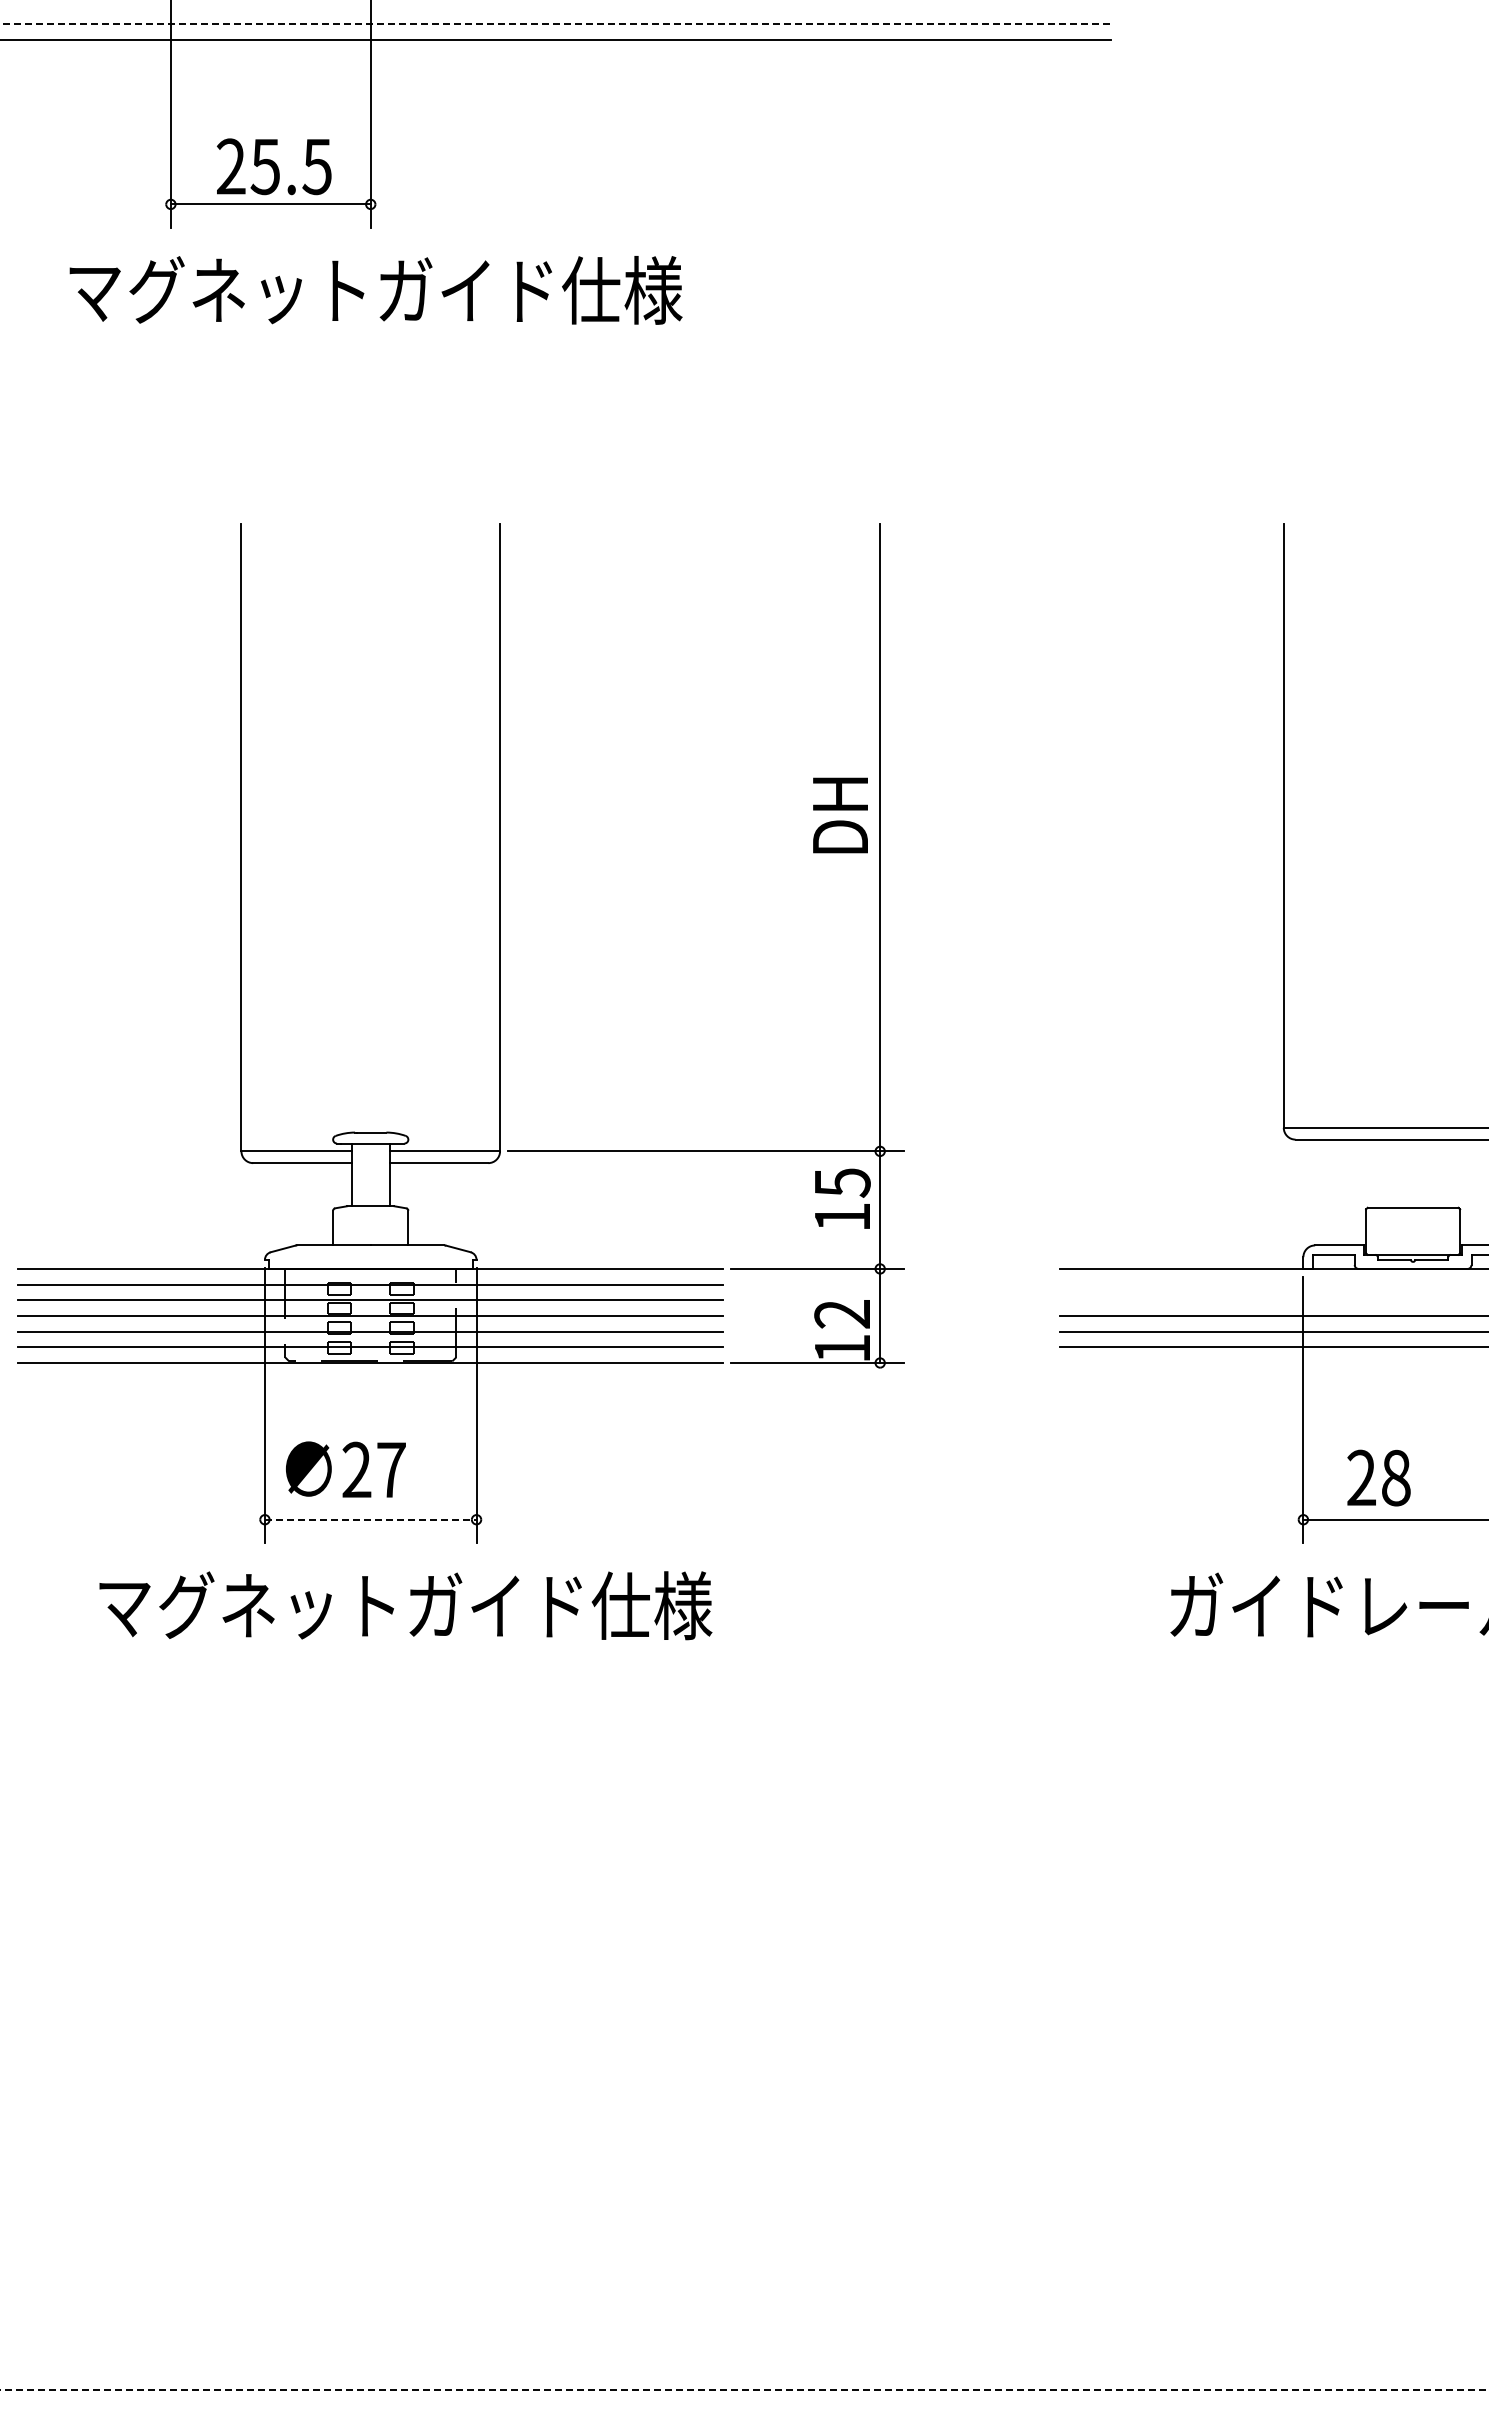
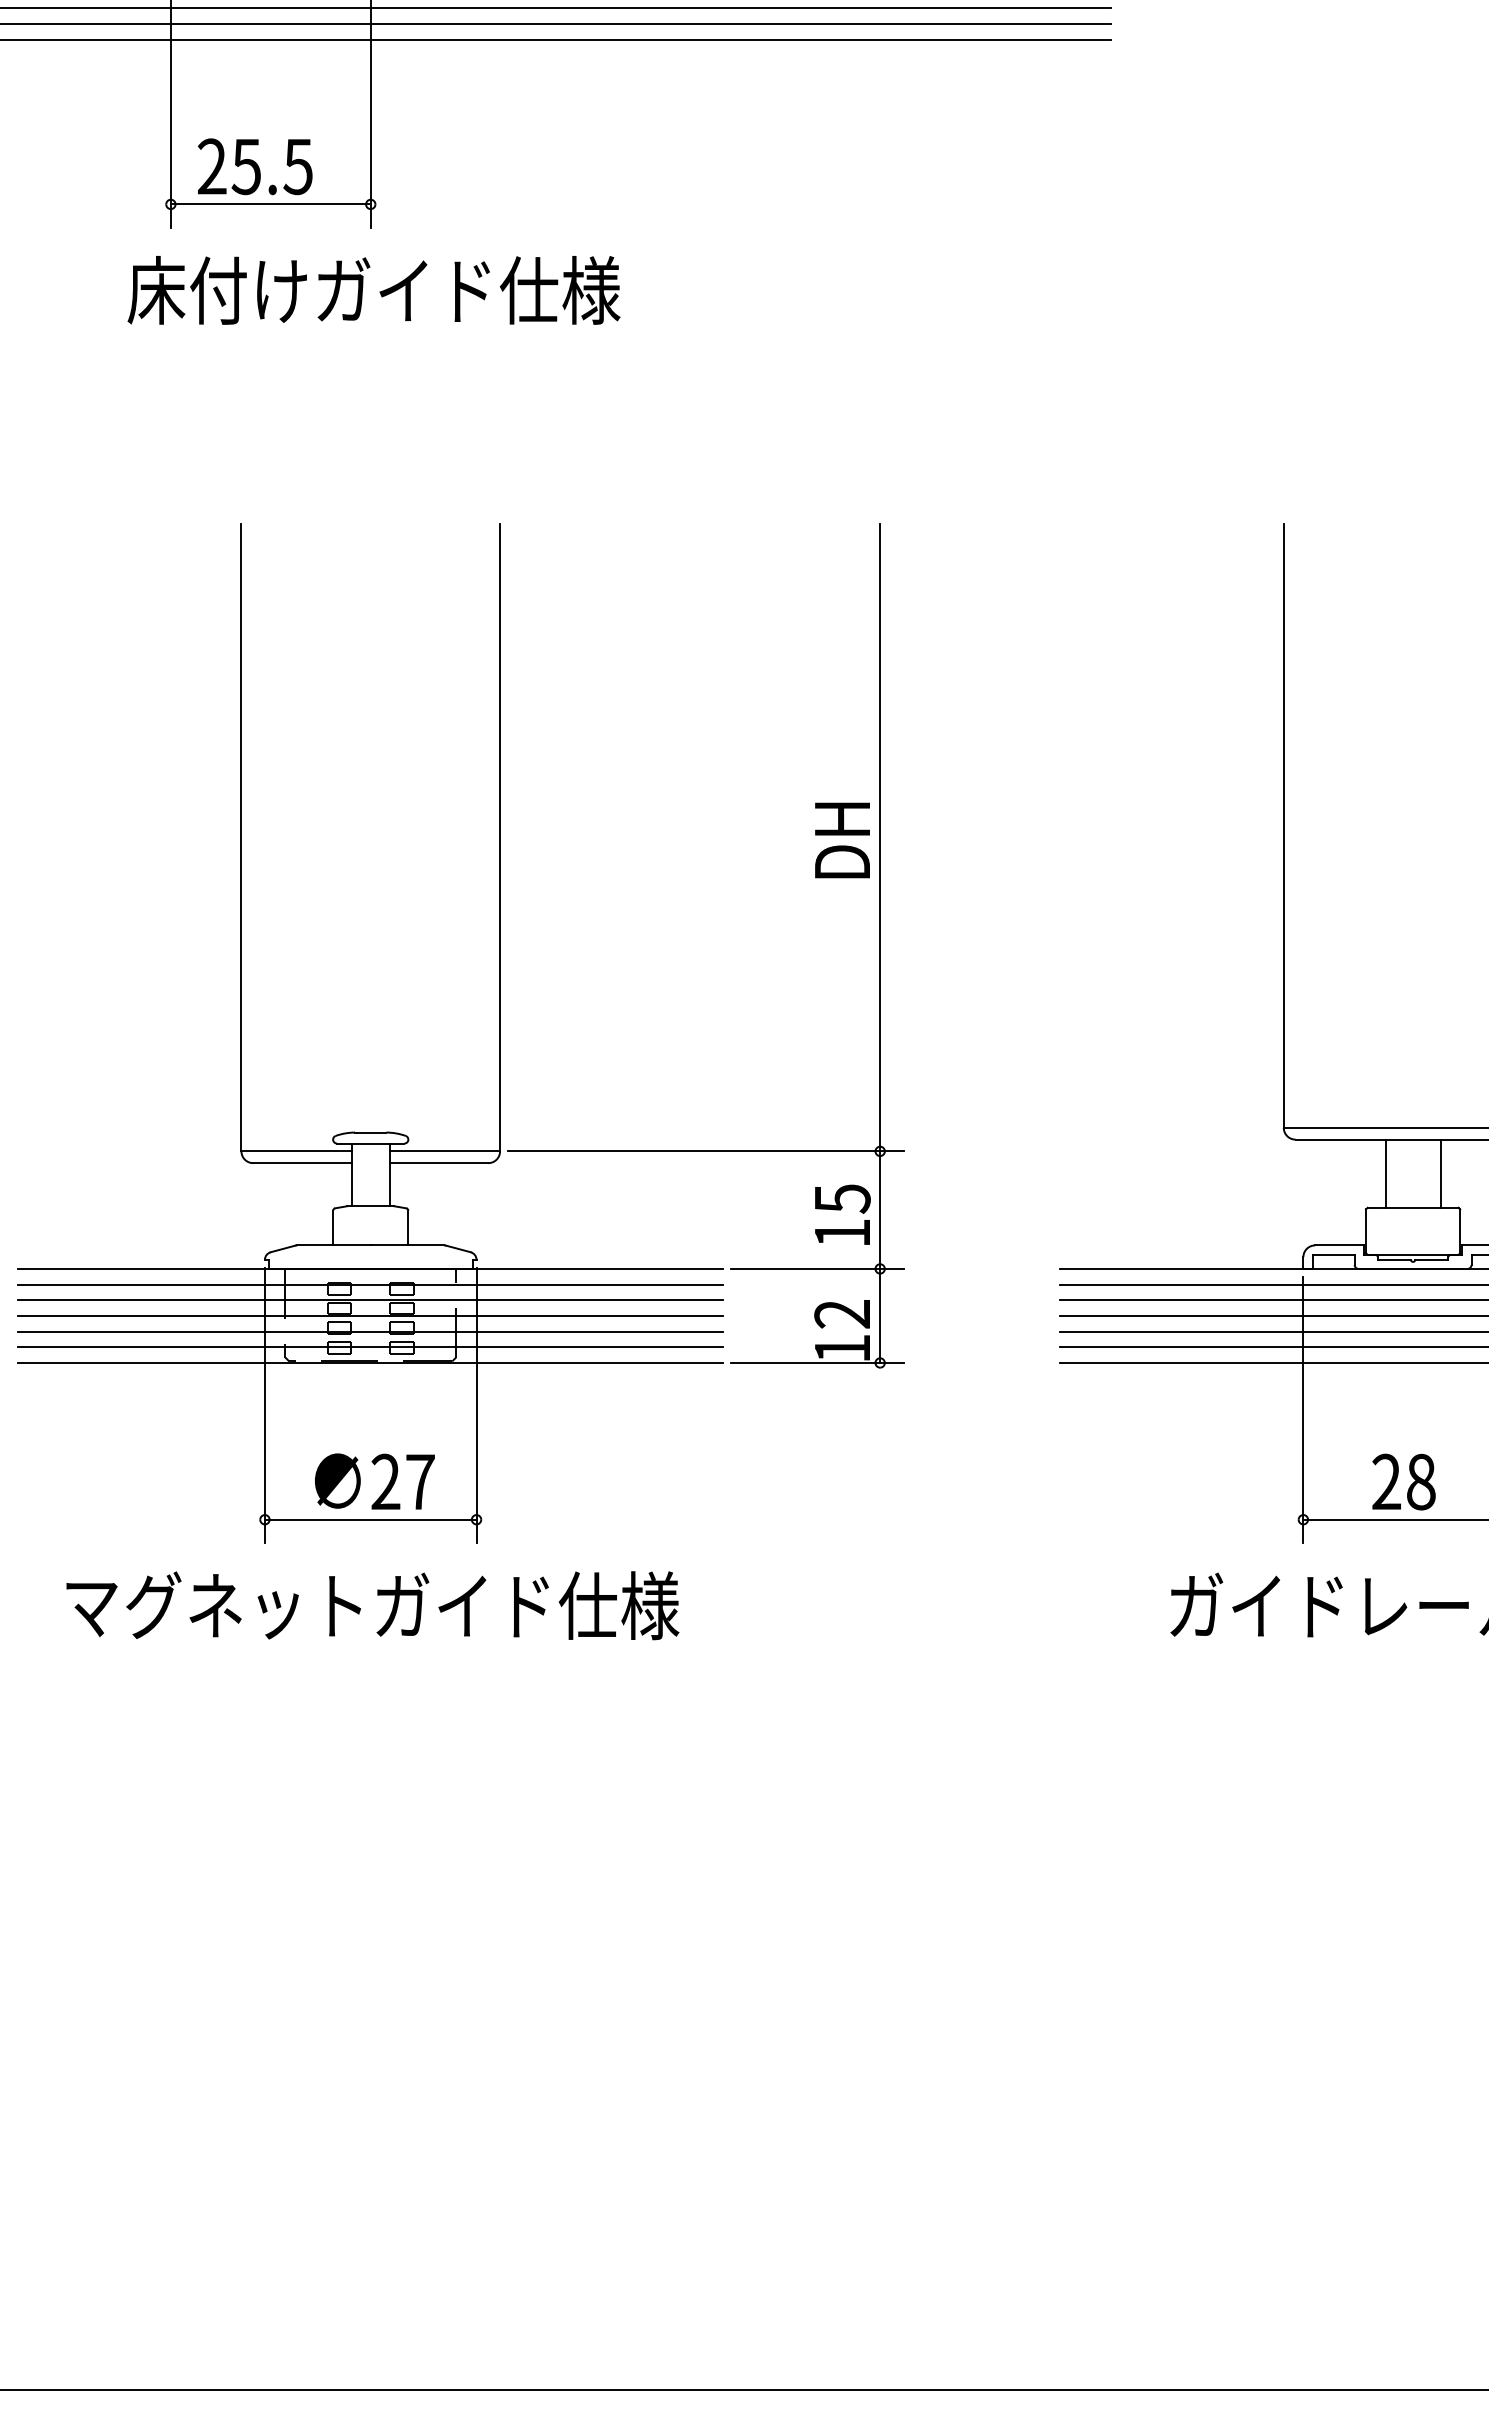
line at (556, 8): none -> present
line at (556, 24): dashed -> solid
text at (274, 166) position: (274, 166) -> (255, 166)
text at (375, 290): マグネットガイド仕様 -> 床付けガイド仕様
text at (840, 815) position: (840, 815) -> (842, 840)
line at (1385, 1173): none -> present
line at (1440, 1173): none -> present
text at (842, 1198) position: (842, 1198) -> (842, 1214)
line at (1272, 1284): none -> present
line at (1272, 1300): none -> present
line at (1272, 1362): none -> present
text at (345, 1469) position: (345, 1469) -> (374, 1481)
text at (1378, 1477) position: (1378, 1477) -> (1403, 1481)
line at (370, 1519): dashed -> solid
text at (405, 1605) position: (405, 1605) -> (372, 1605)
line at (745, 2389): dashed -> solid
